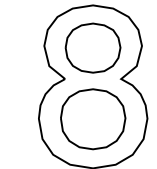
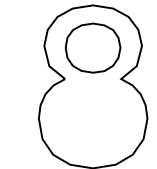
part at (93, 119): present -> none
